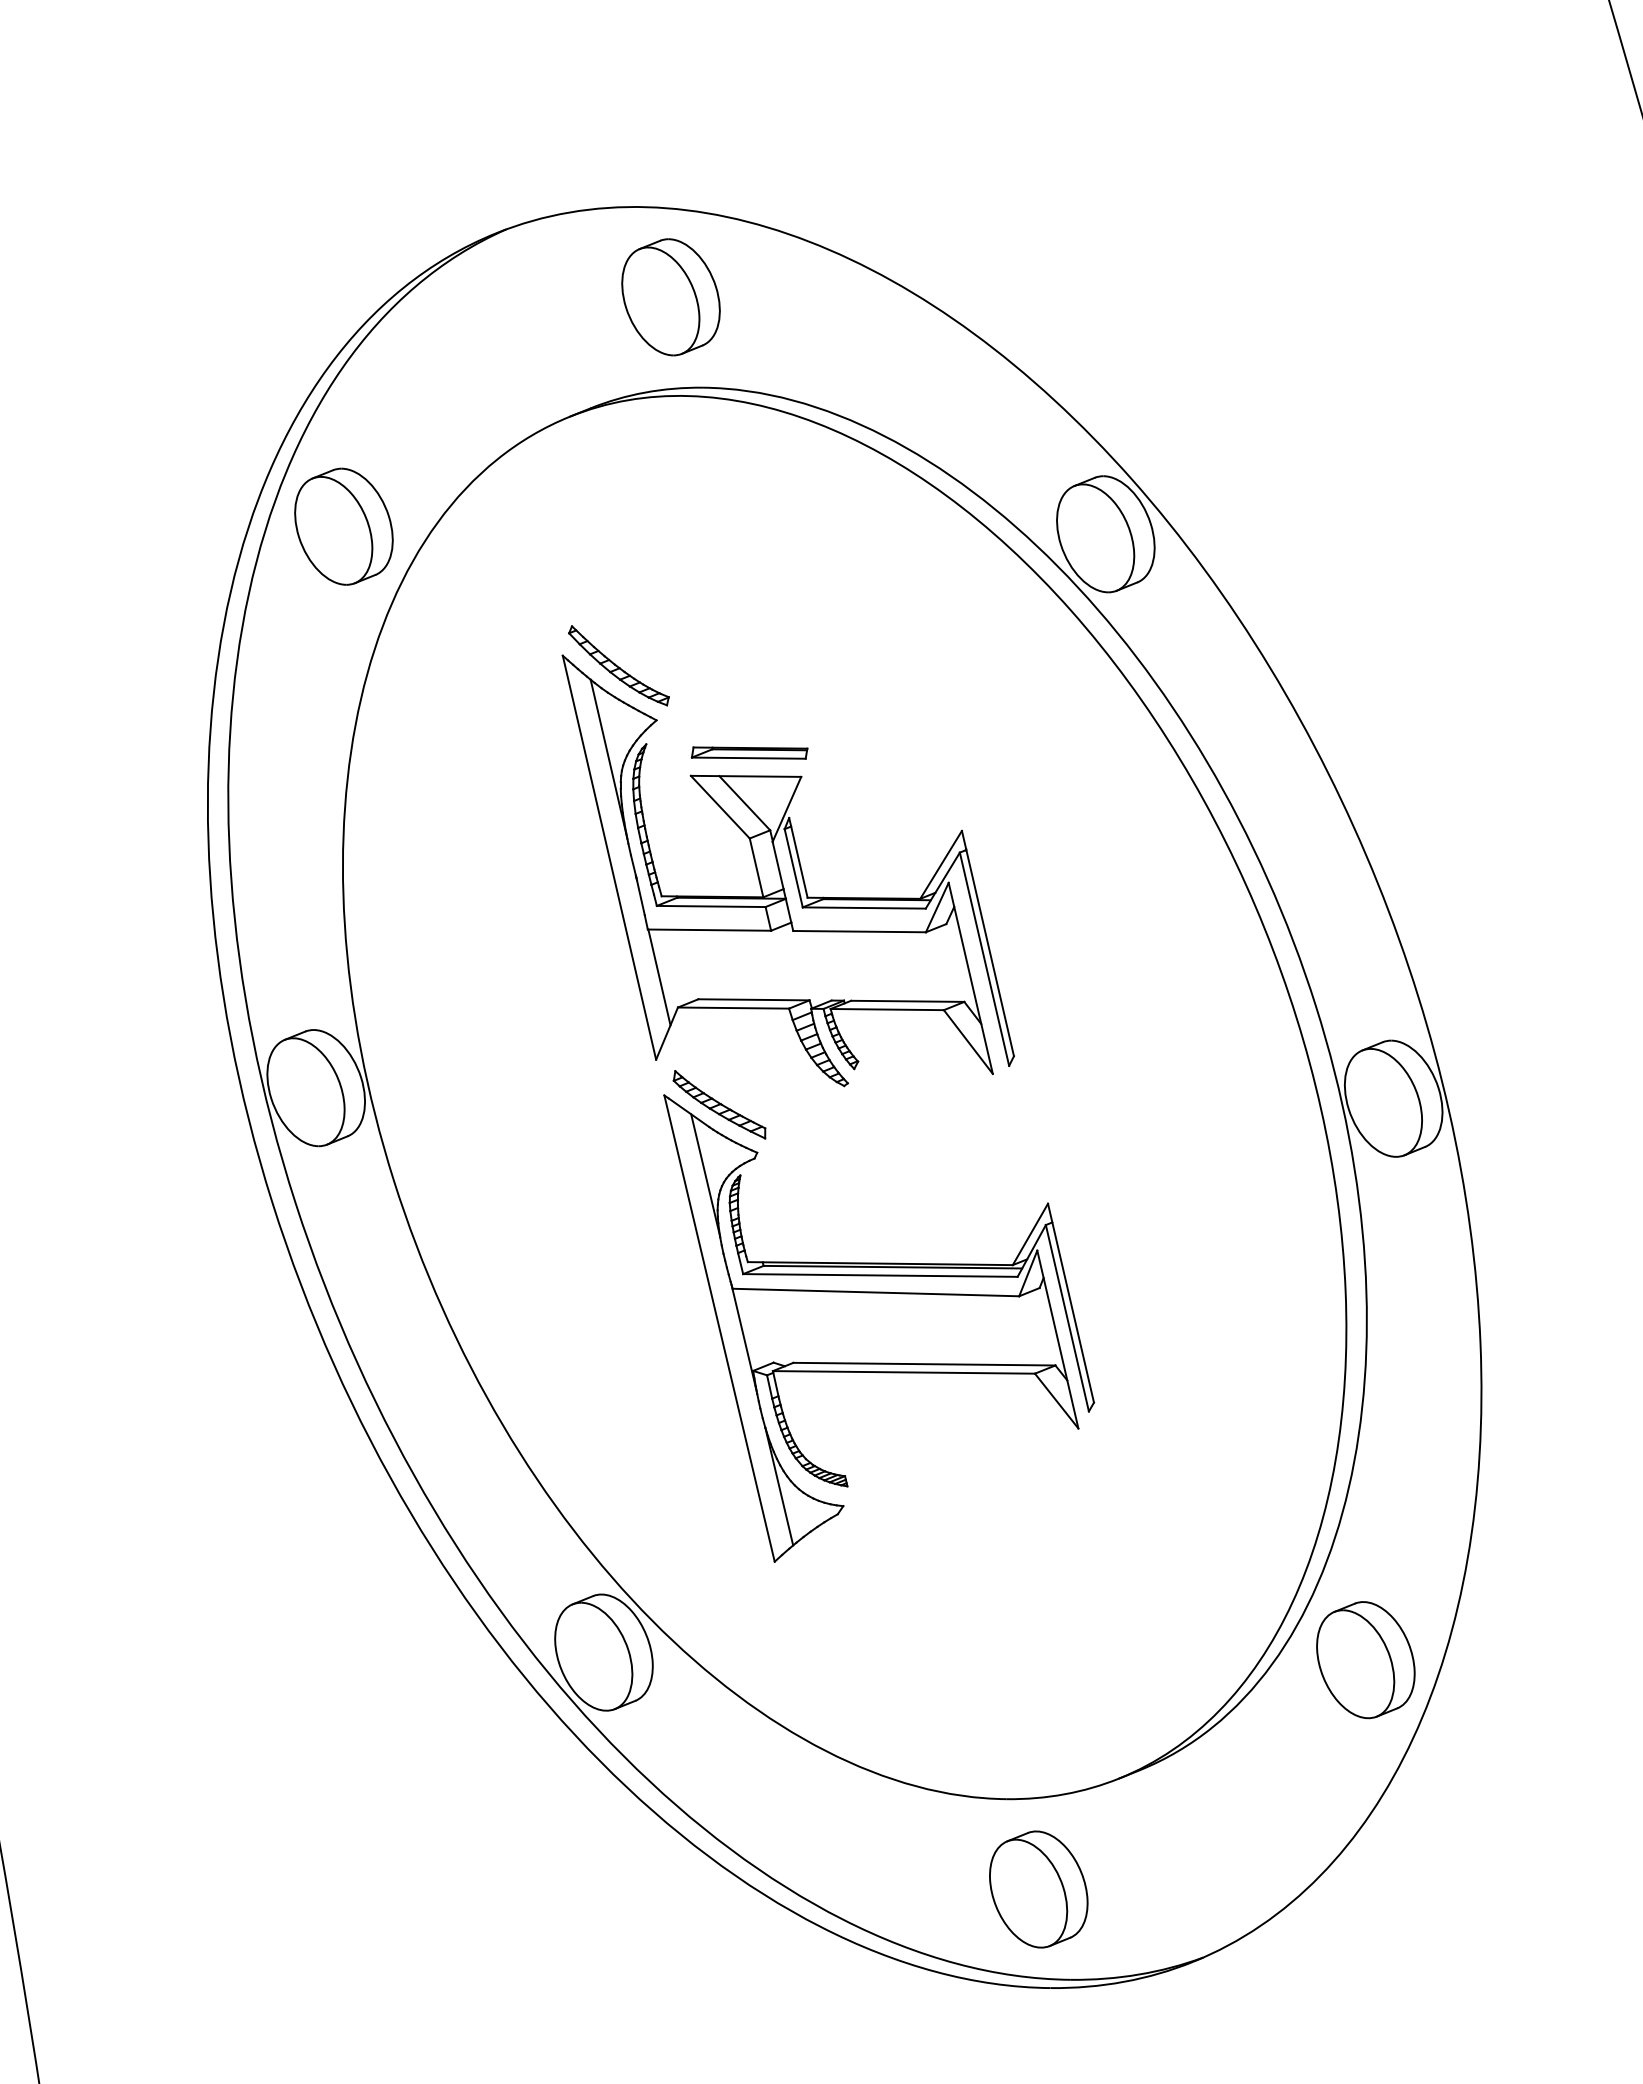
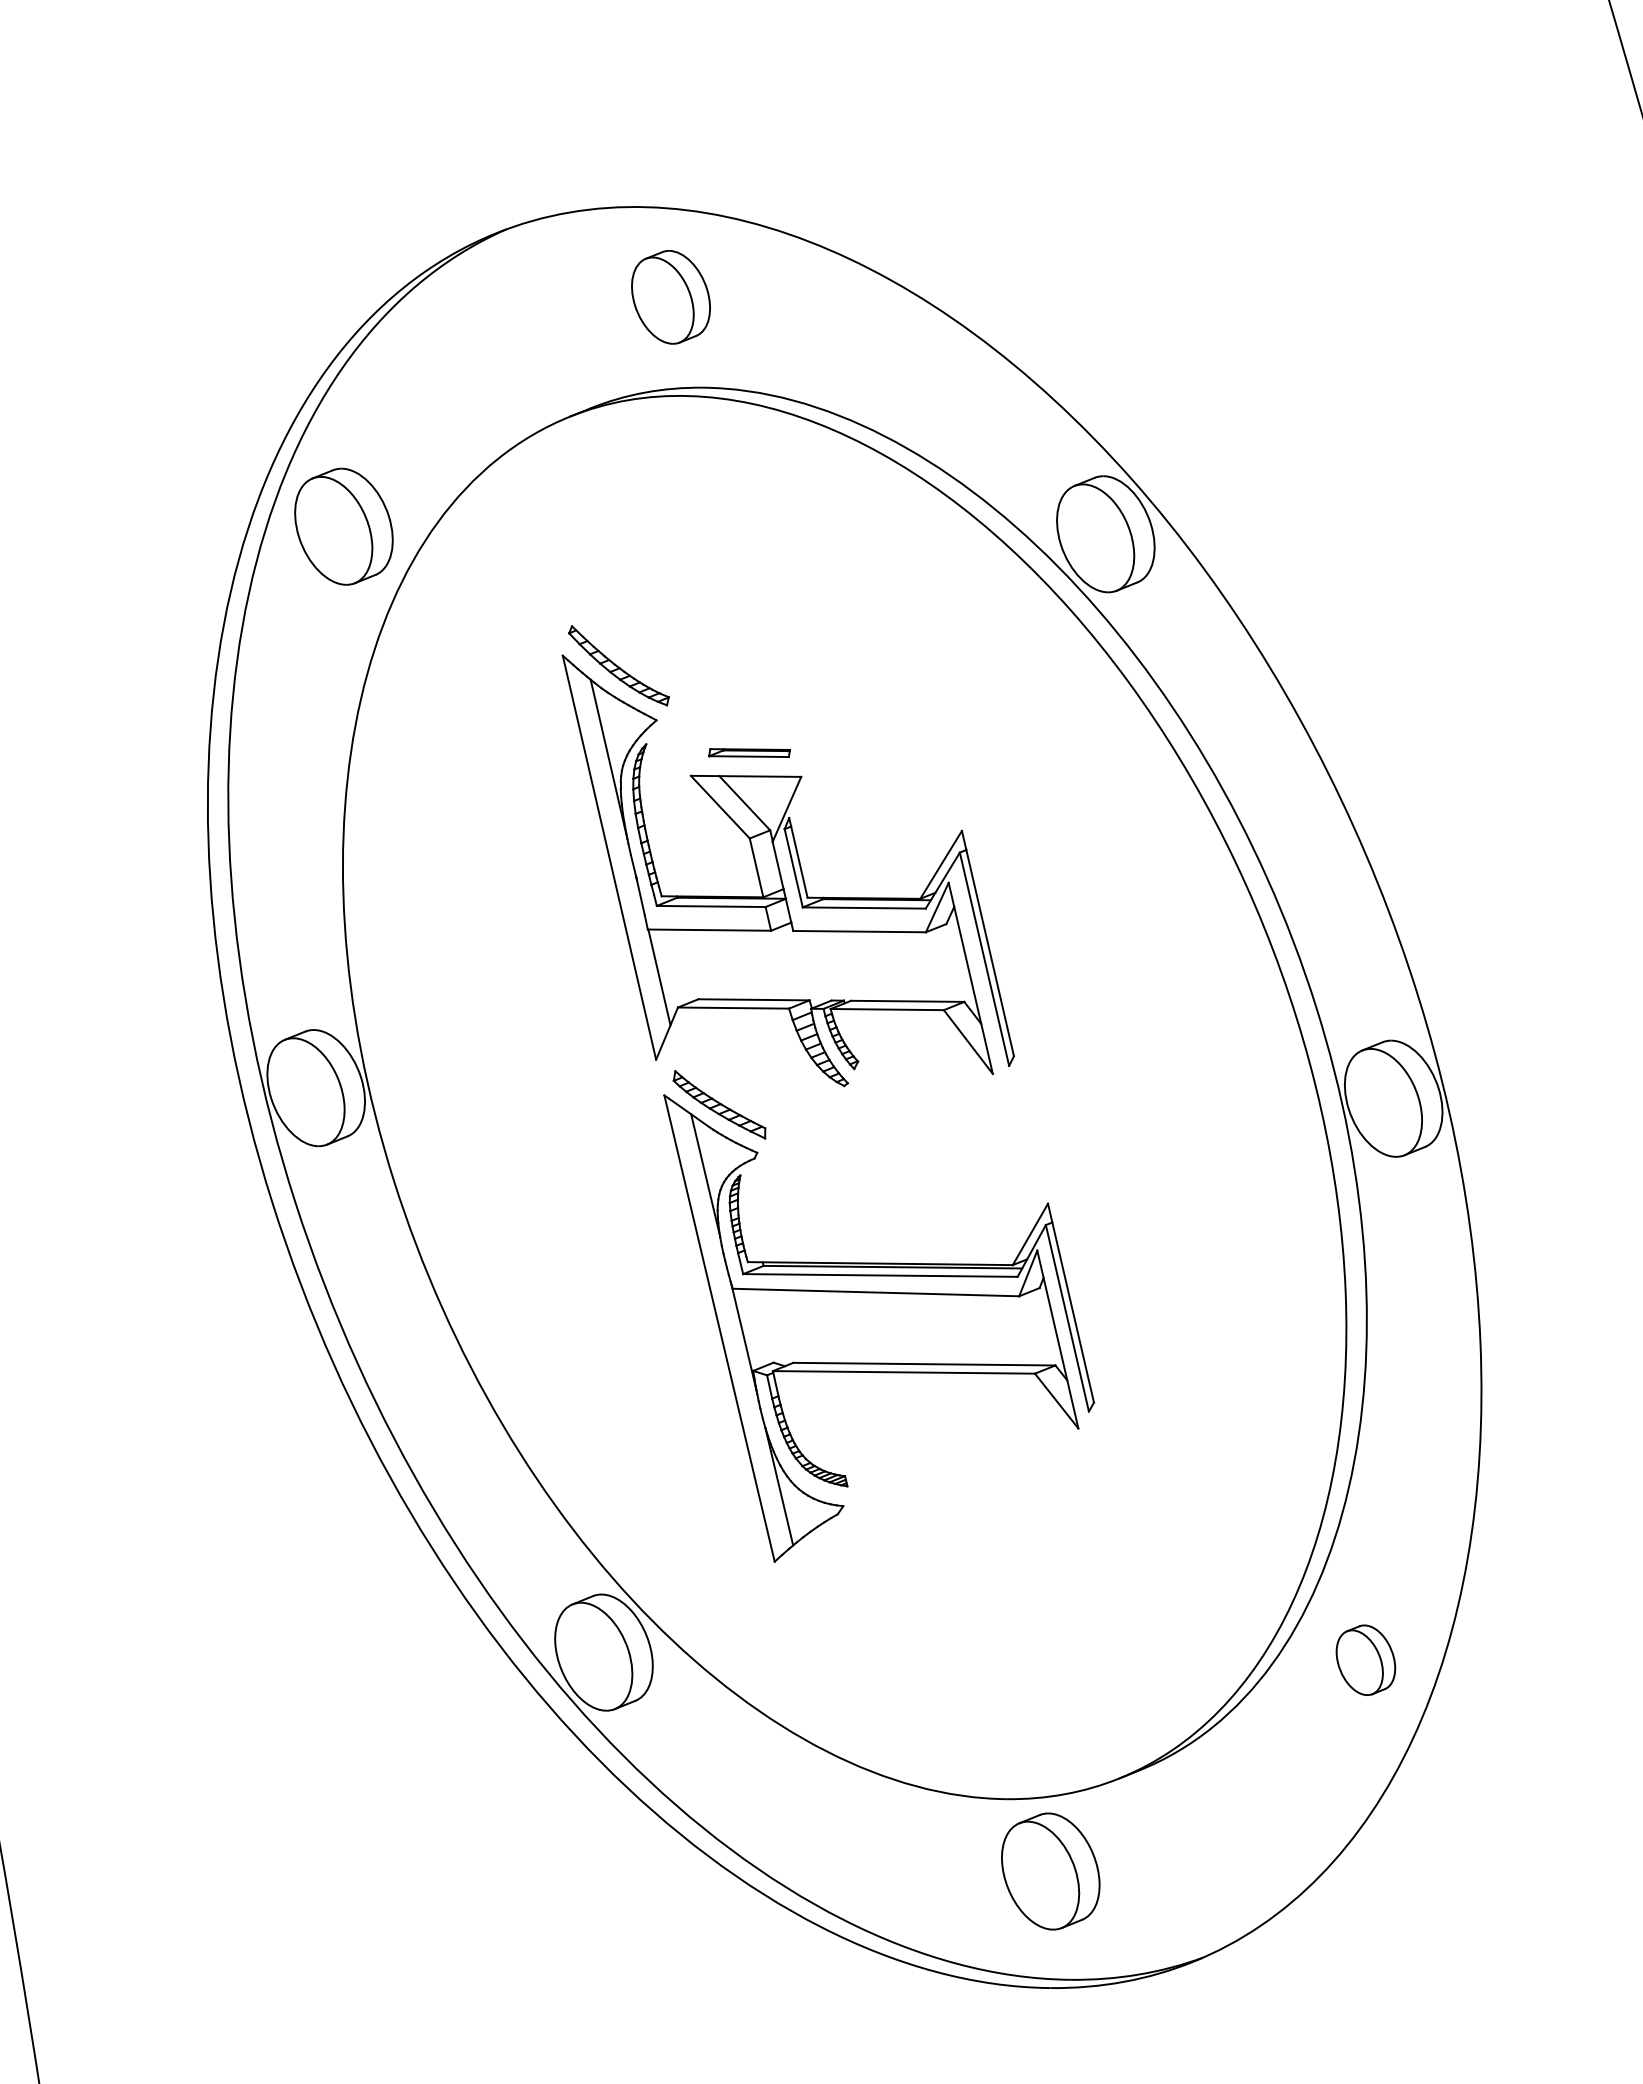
part at (670, 297) size: 100x119 px -> 80x95 px
part at (749, 752) size: 119x14 px -> 83x10 px
part at (1365, 1660) size: 100x119 px -> 62x72 px
part at (1038, 1889) position: (1038, 1889) -> (1050, 1871)
